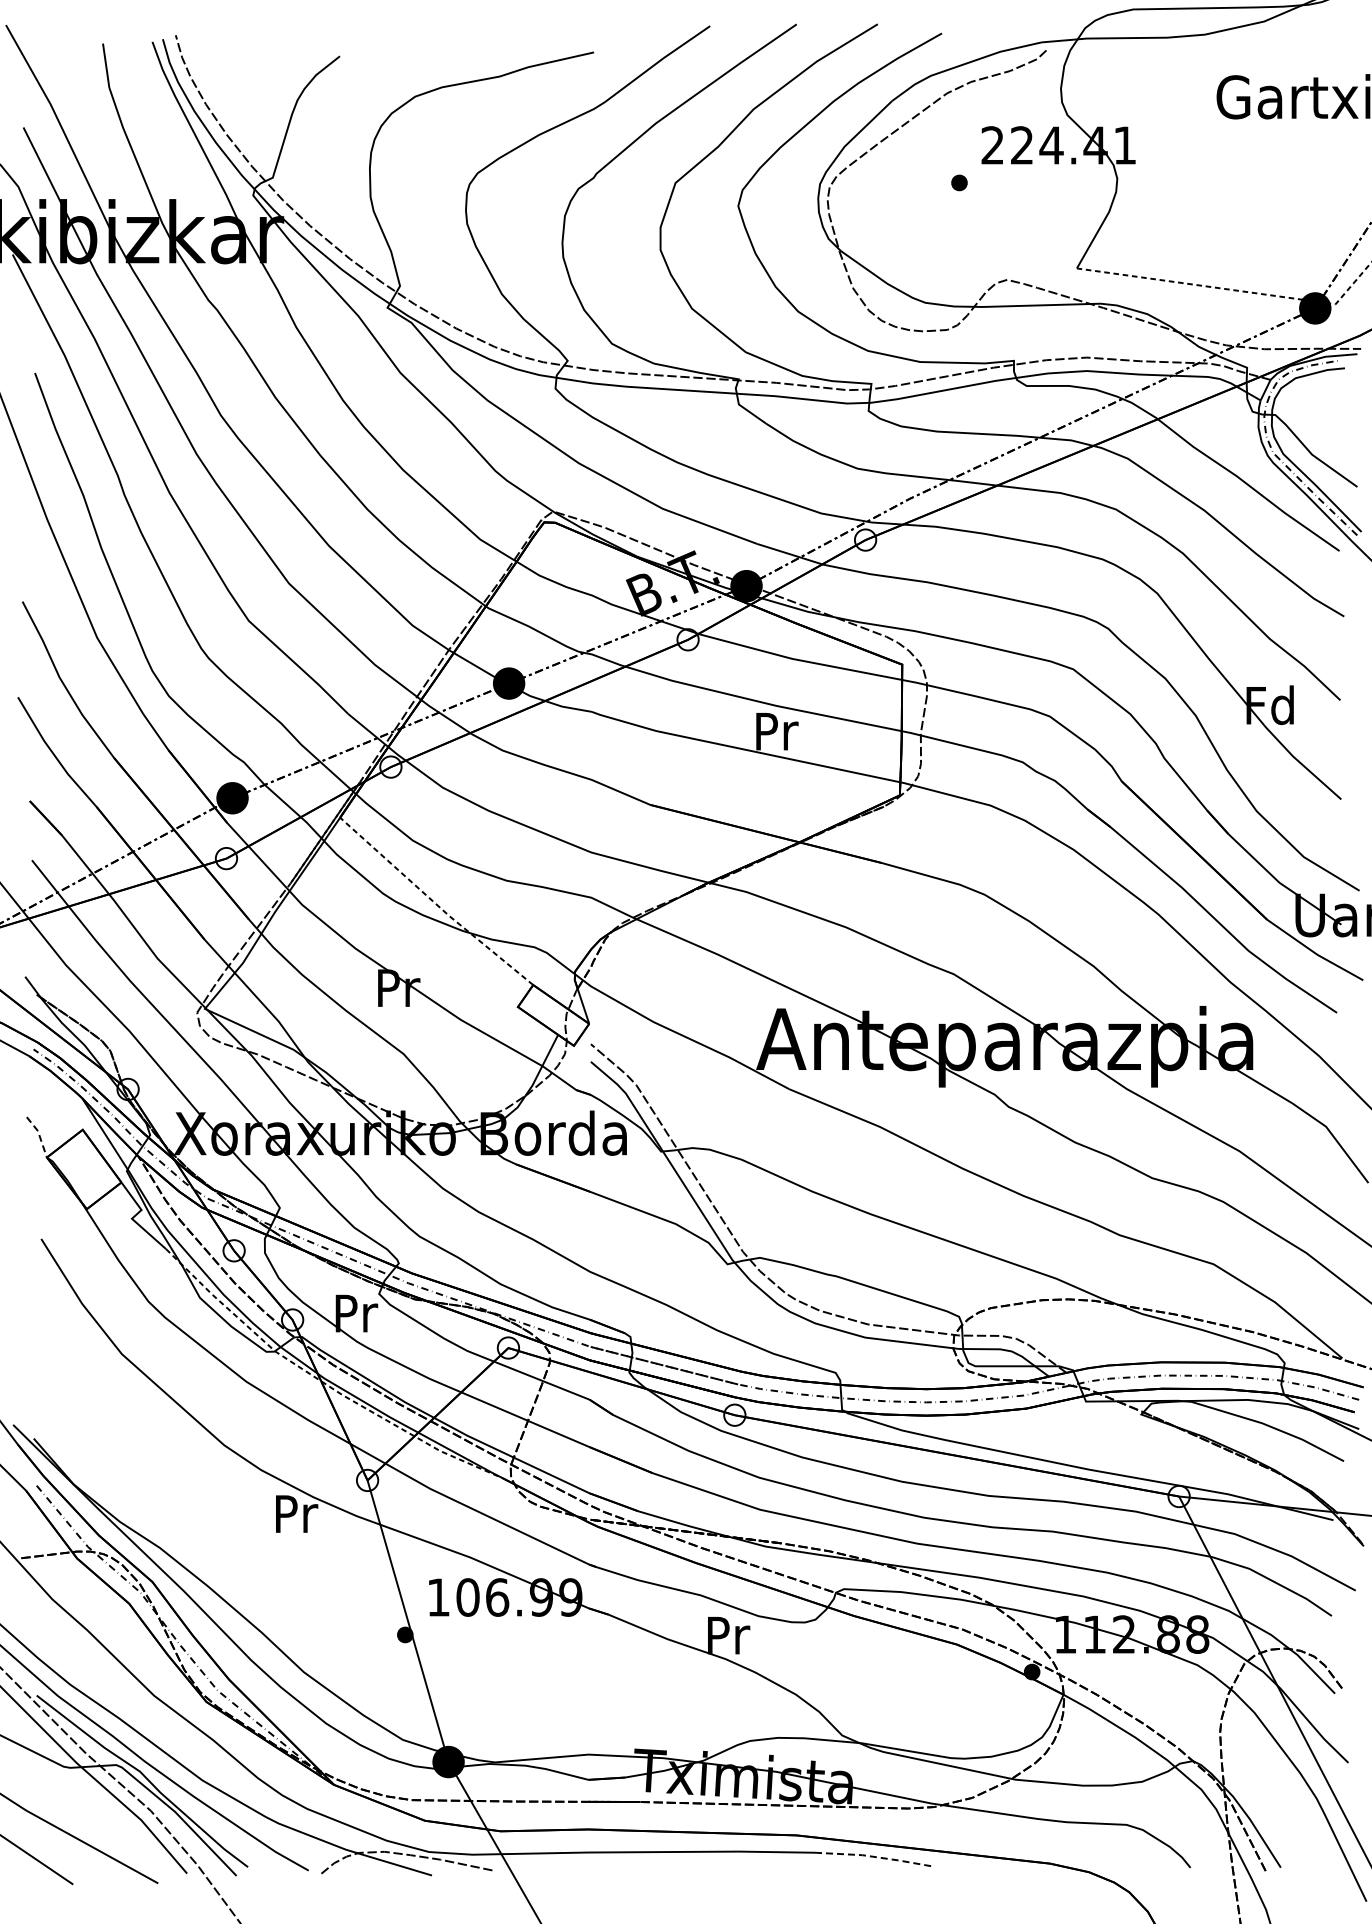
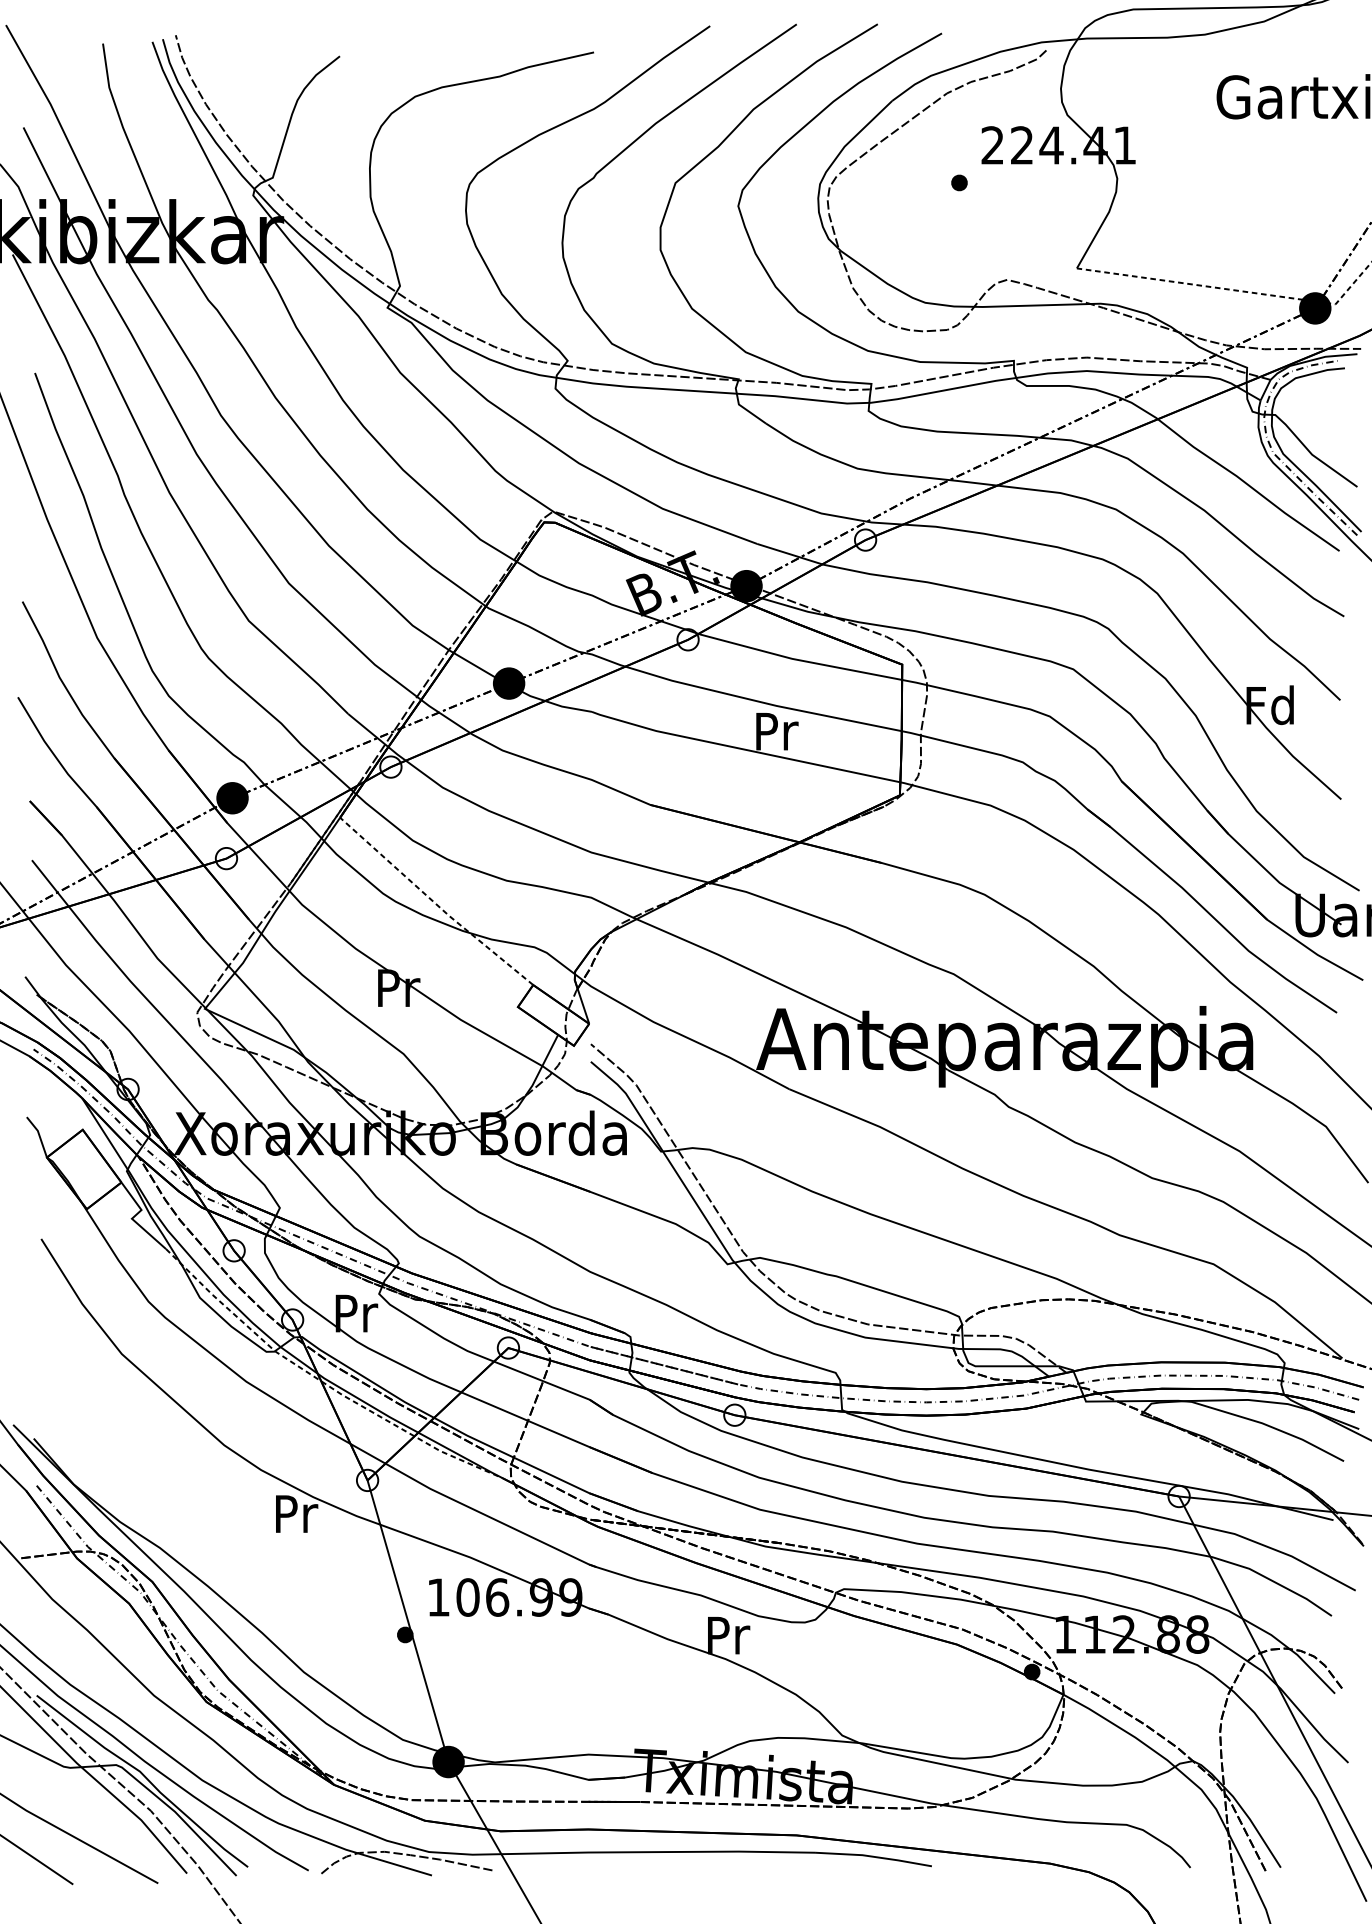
line at (39, 1135): dashed -> solid
line at (874, 1856): dashed -> solid
